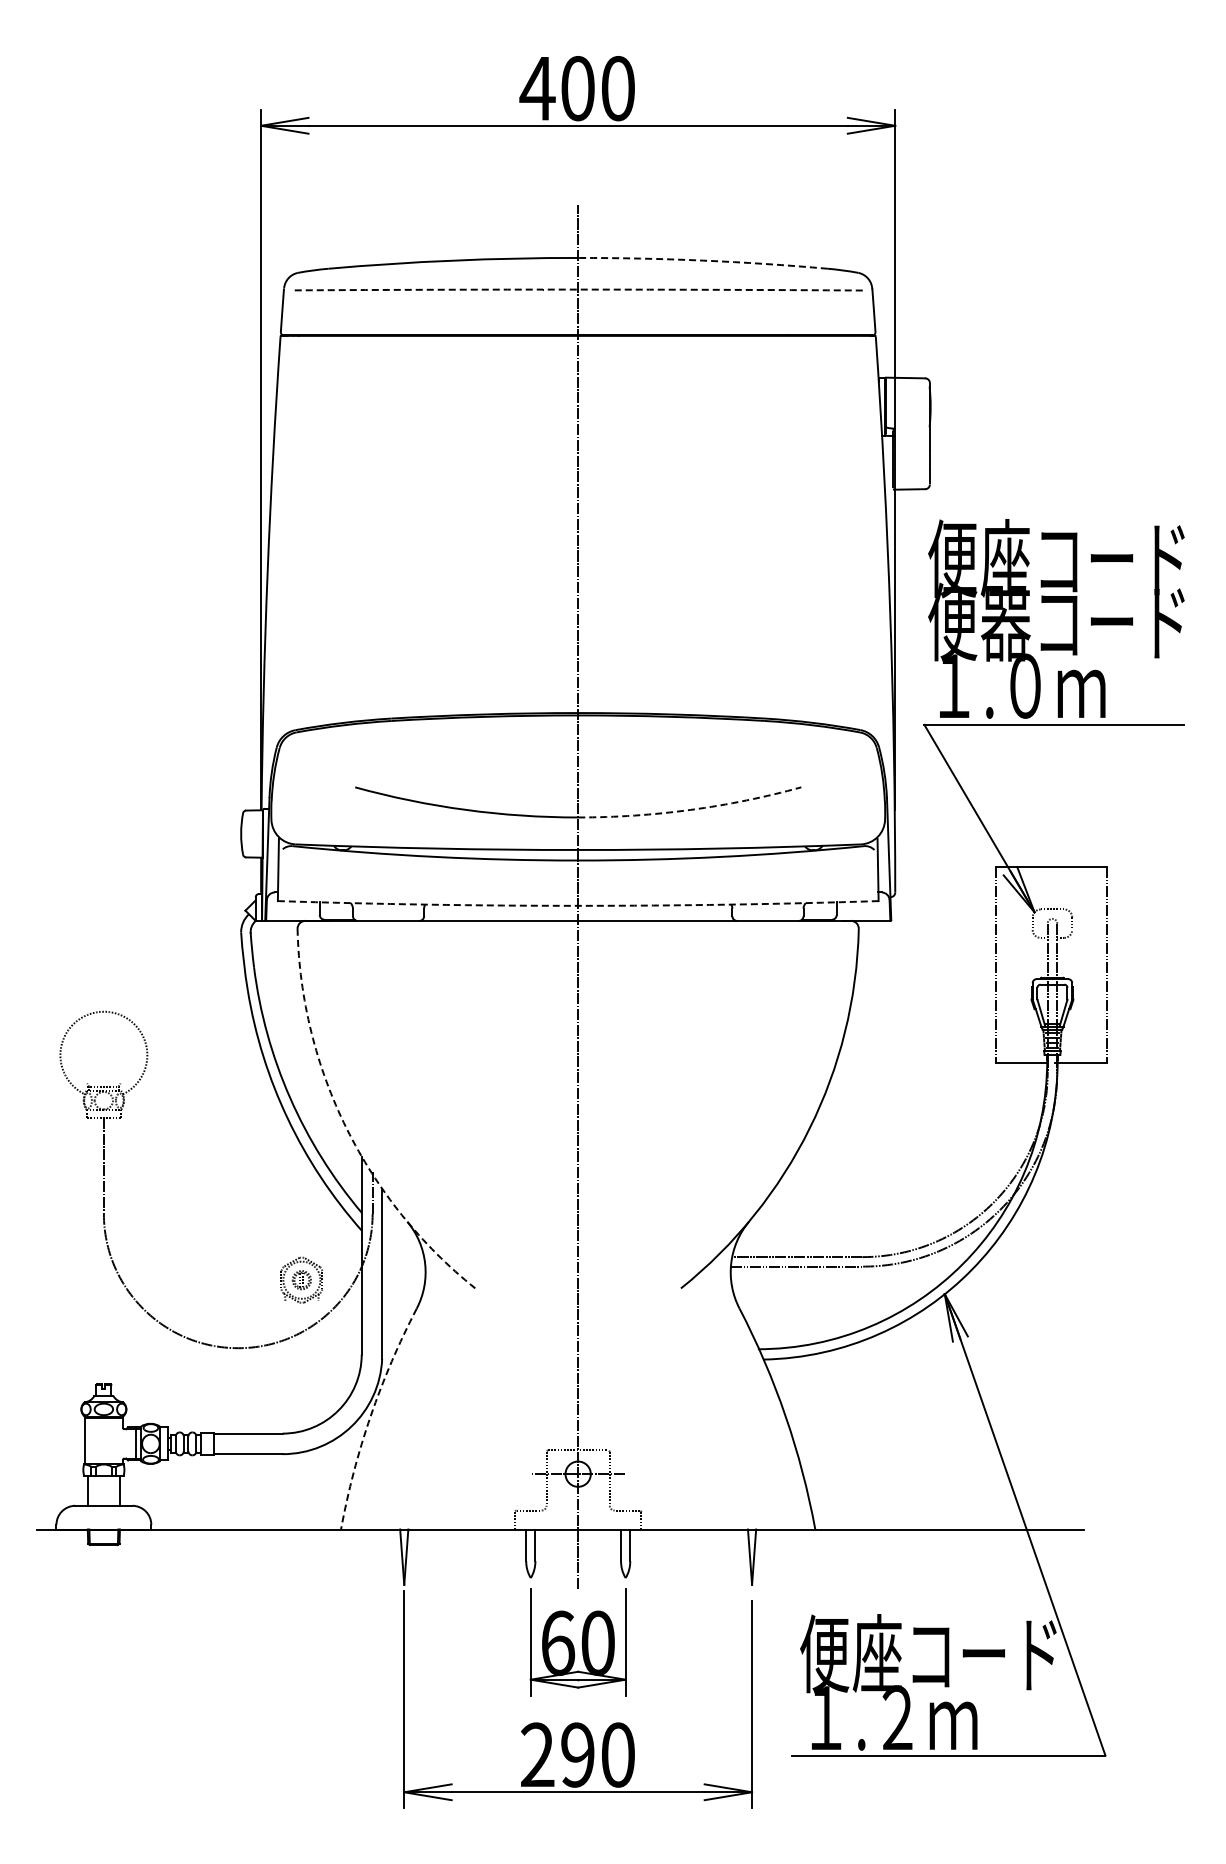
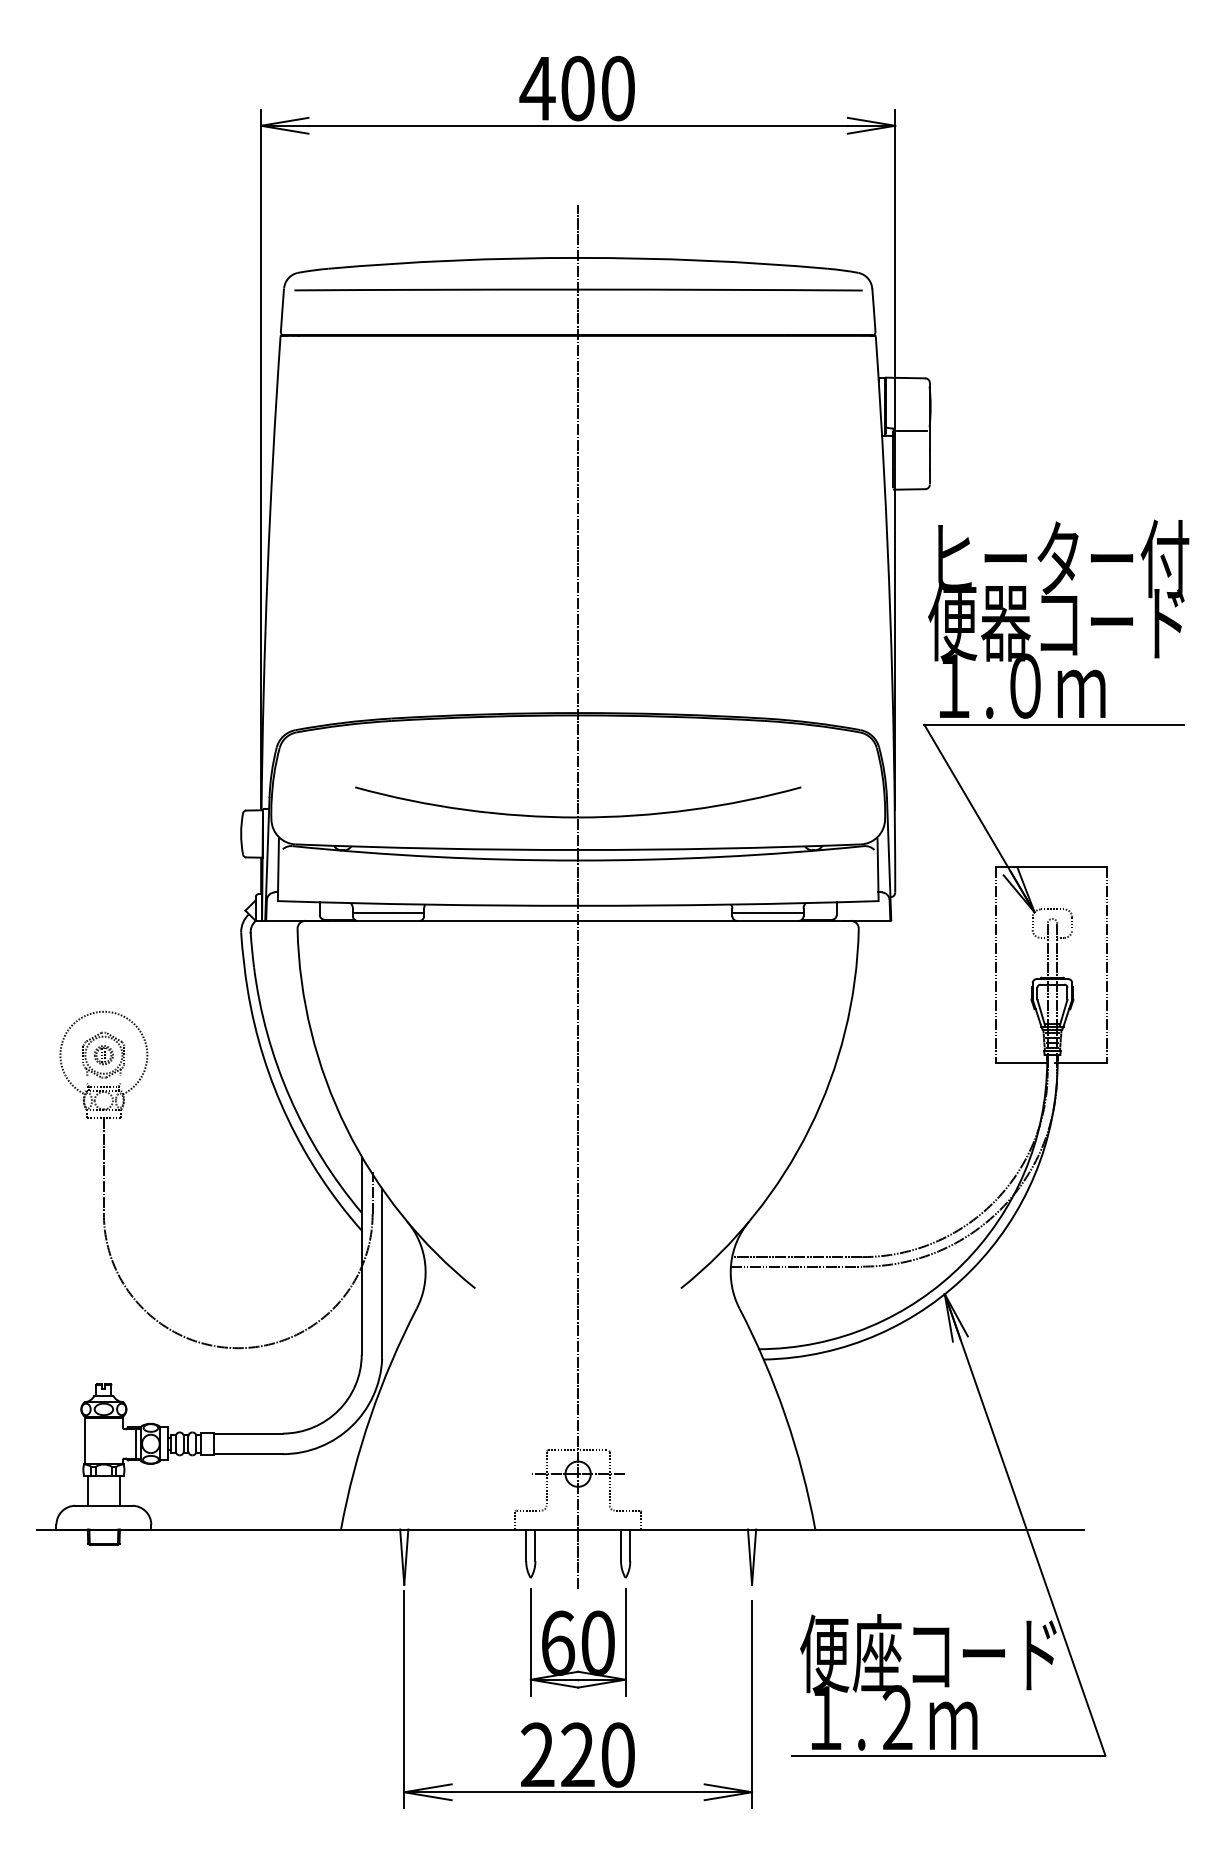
arc at (703, 260): dashed -> solid
arc at (578, 289): dashed -> solid
line at (911, 431): none -> present
text at (1058, 558): 便座コード -> ヒーター付
arc at (690, 809): dashed -> solid
arc at (578, 905): dashed -> solid
line at (388, 913): none -> present
line at (767, 913): none -> present
arc at (346, 1128): dashed -> solid
part at (301, 1279) position: (301, 1279) -> (103, 1054)
arc at (370, 1416): dashed -> solid
text at (577, 1754): 290 -> 220
